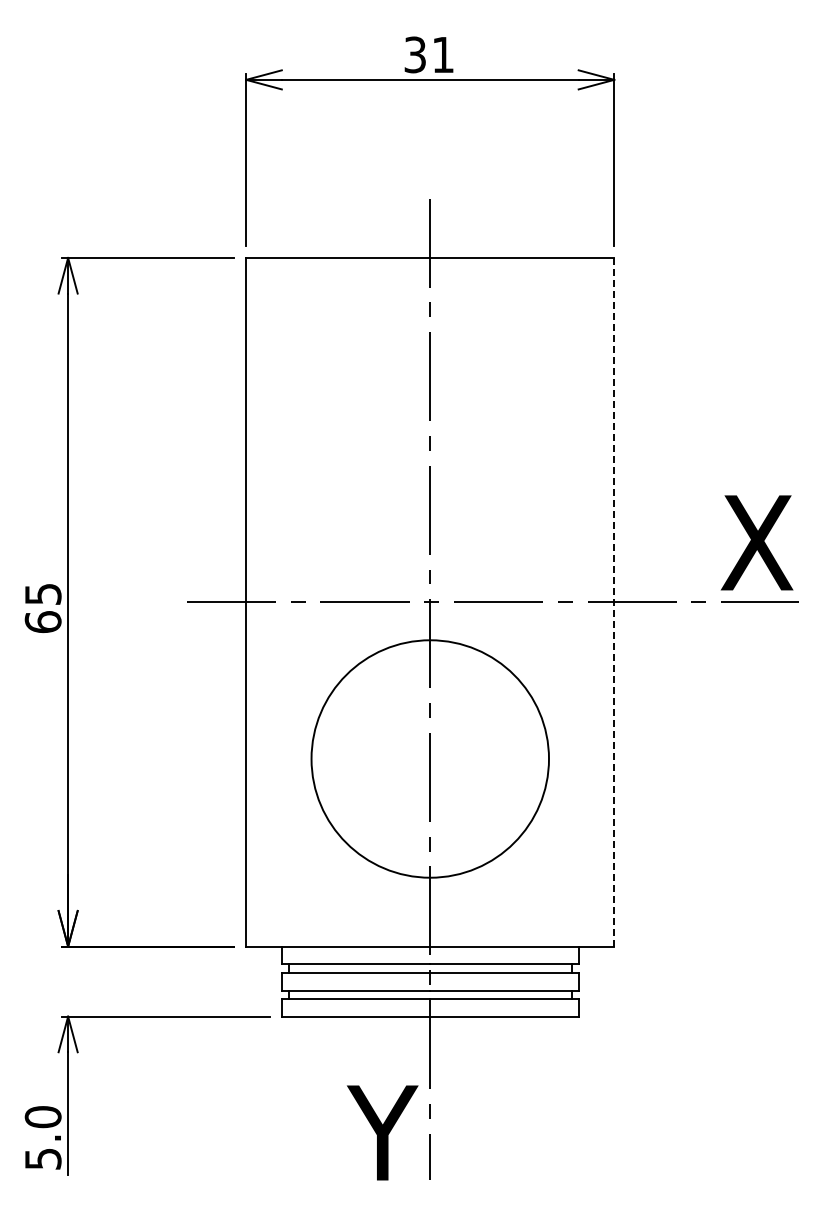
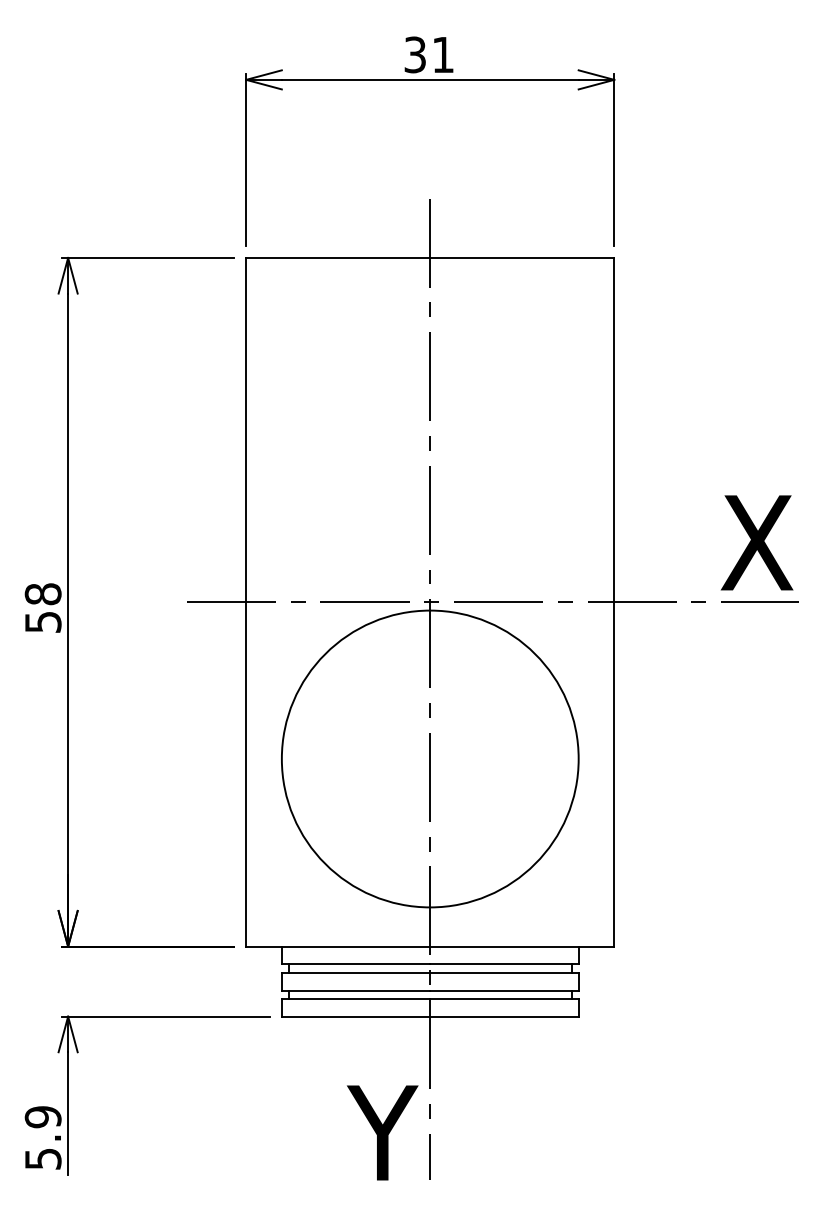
line at (614, 602): dashed -> solid
text at (42, 608): 65 -> 58
circle at (430, 758) diameter: 237 px -> 297 px
text at (43, 1117): 5.0 -> 5.9
